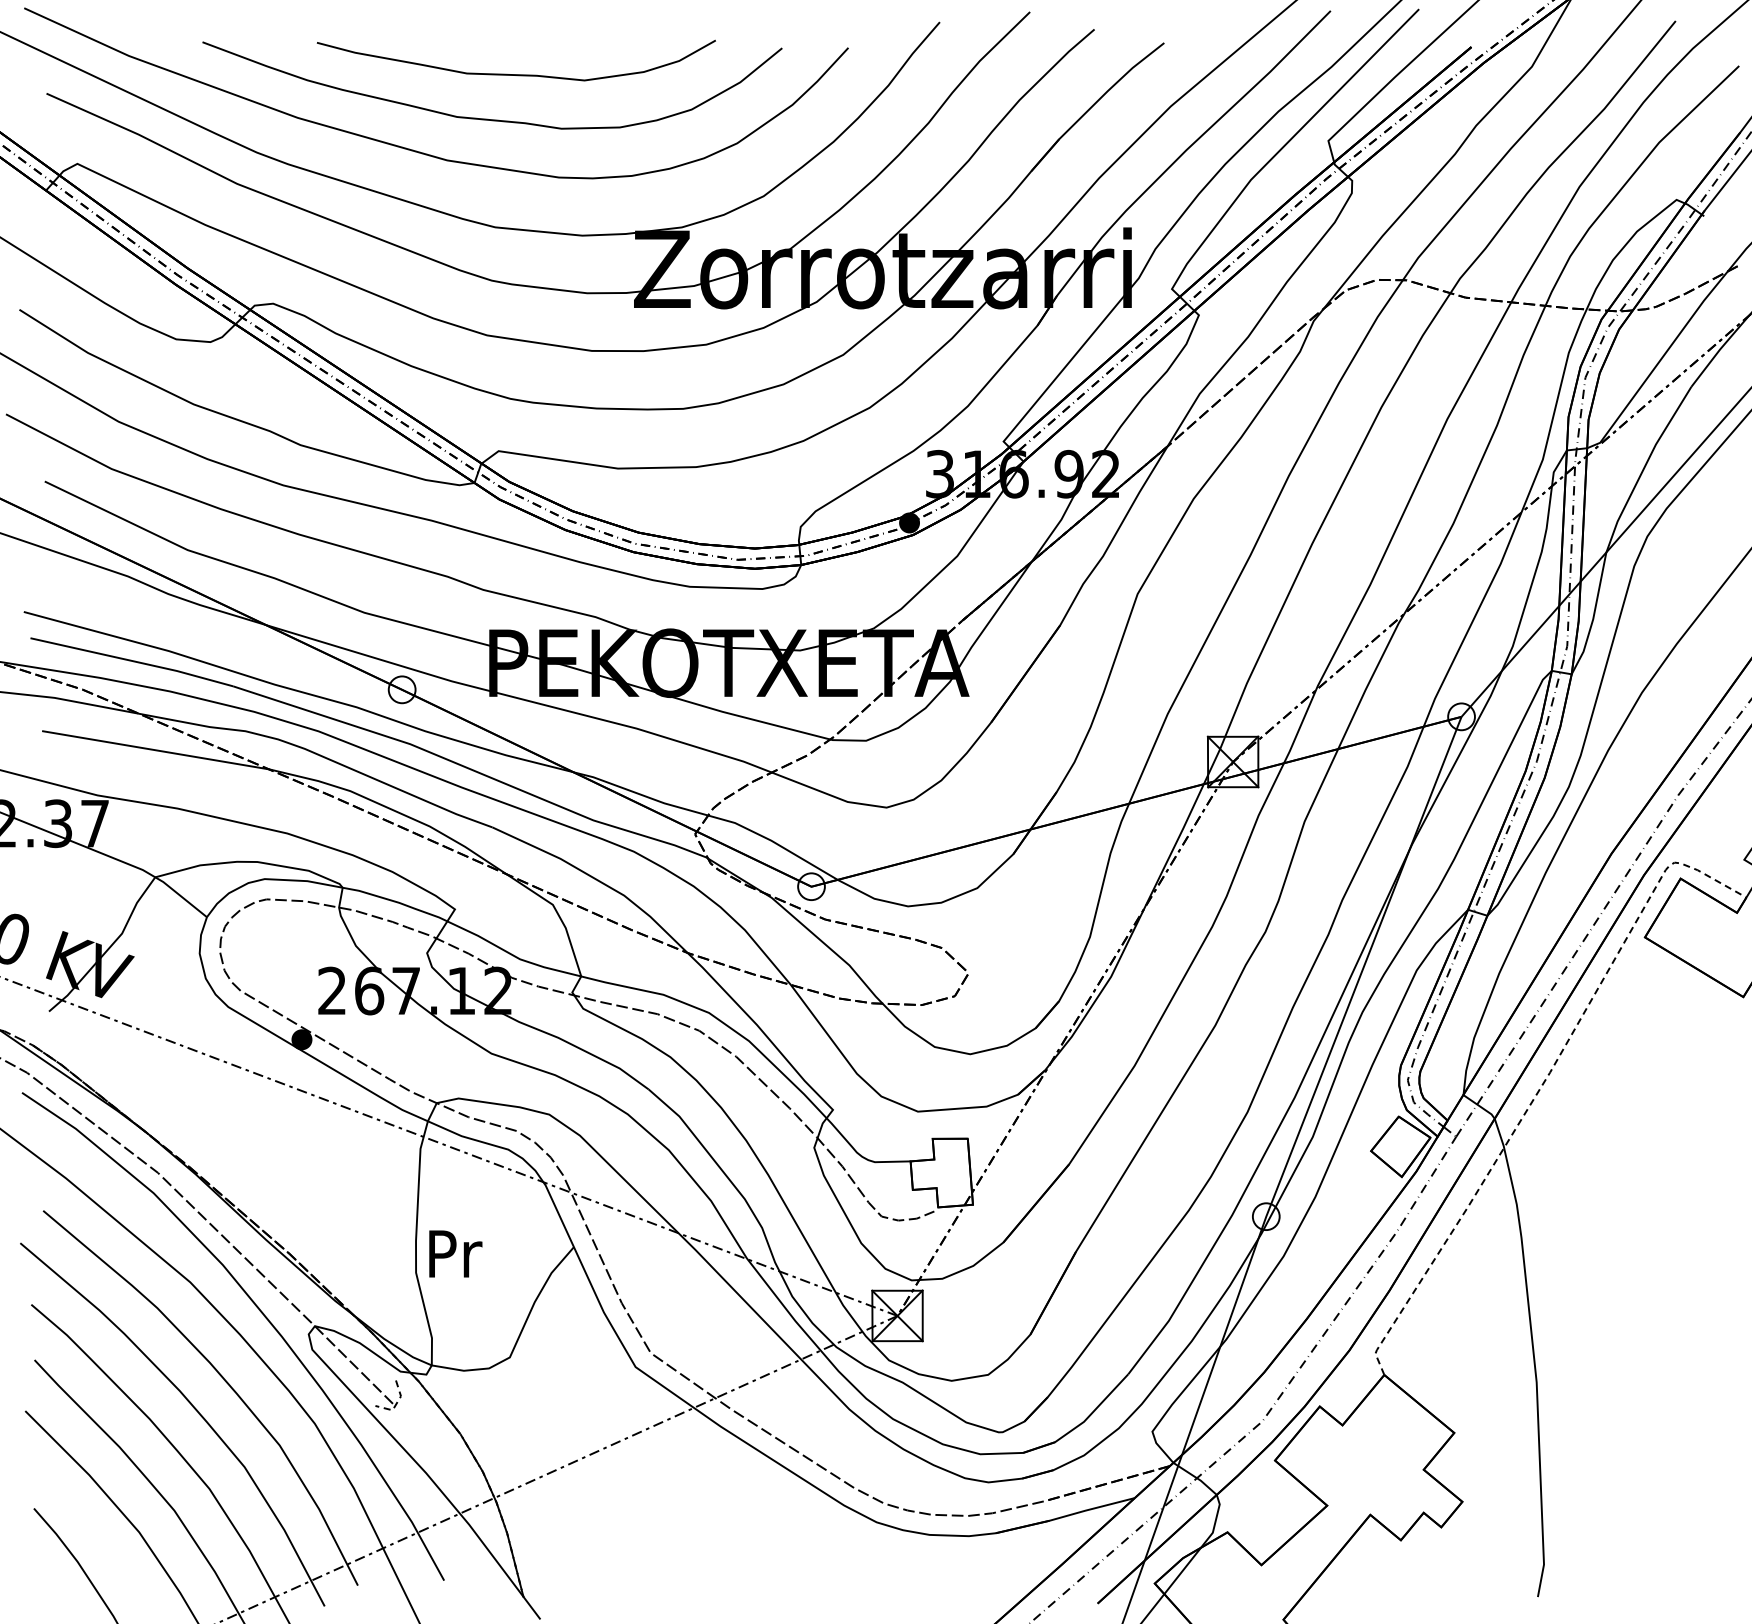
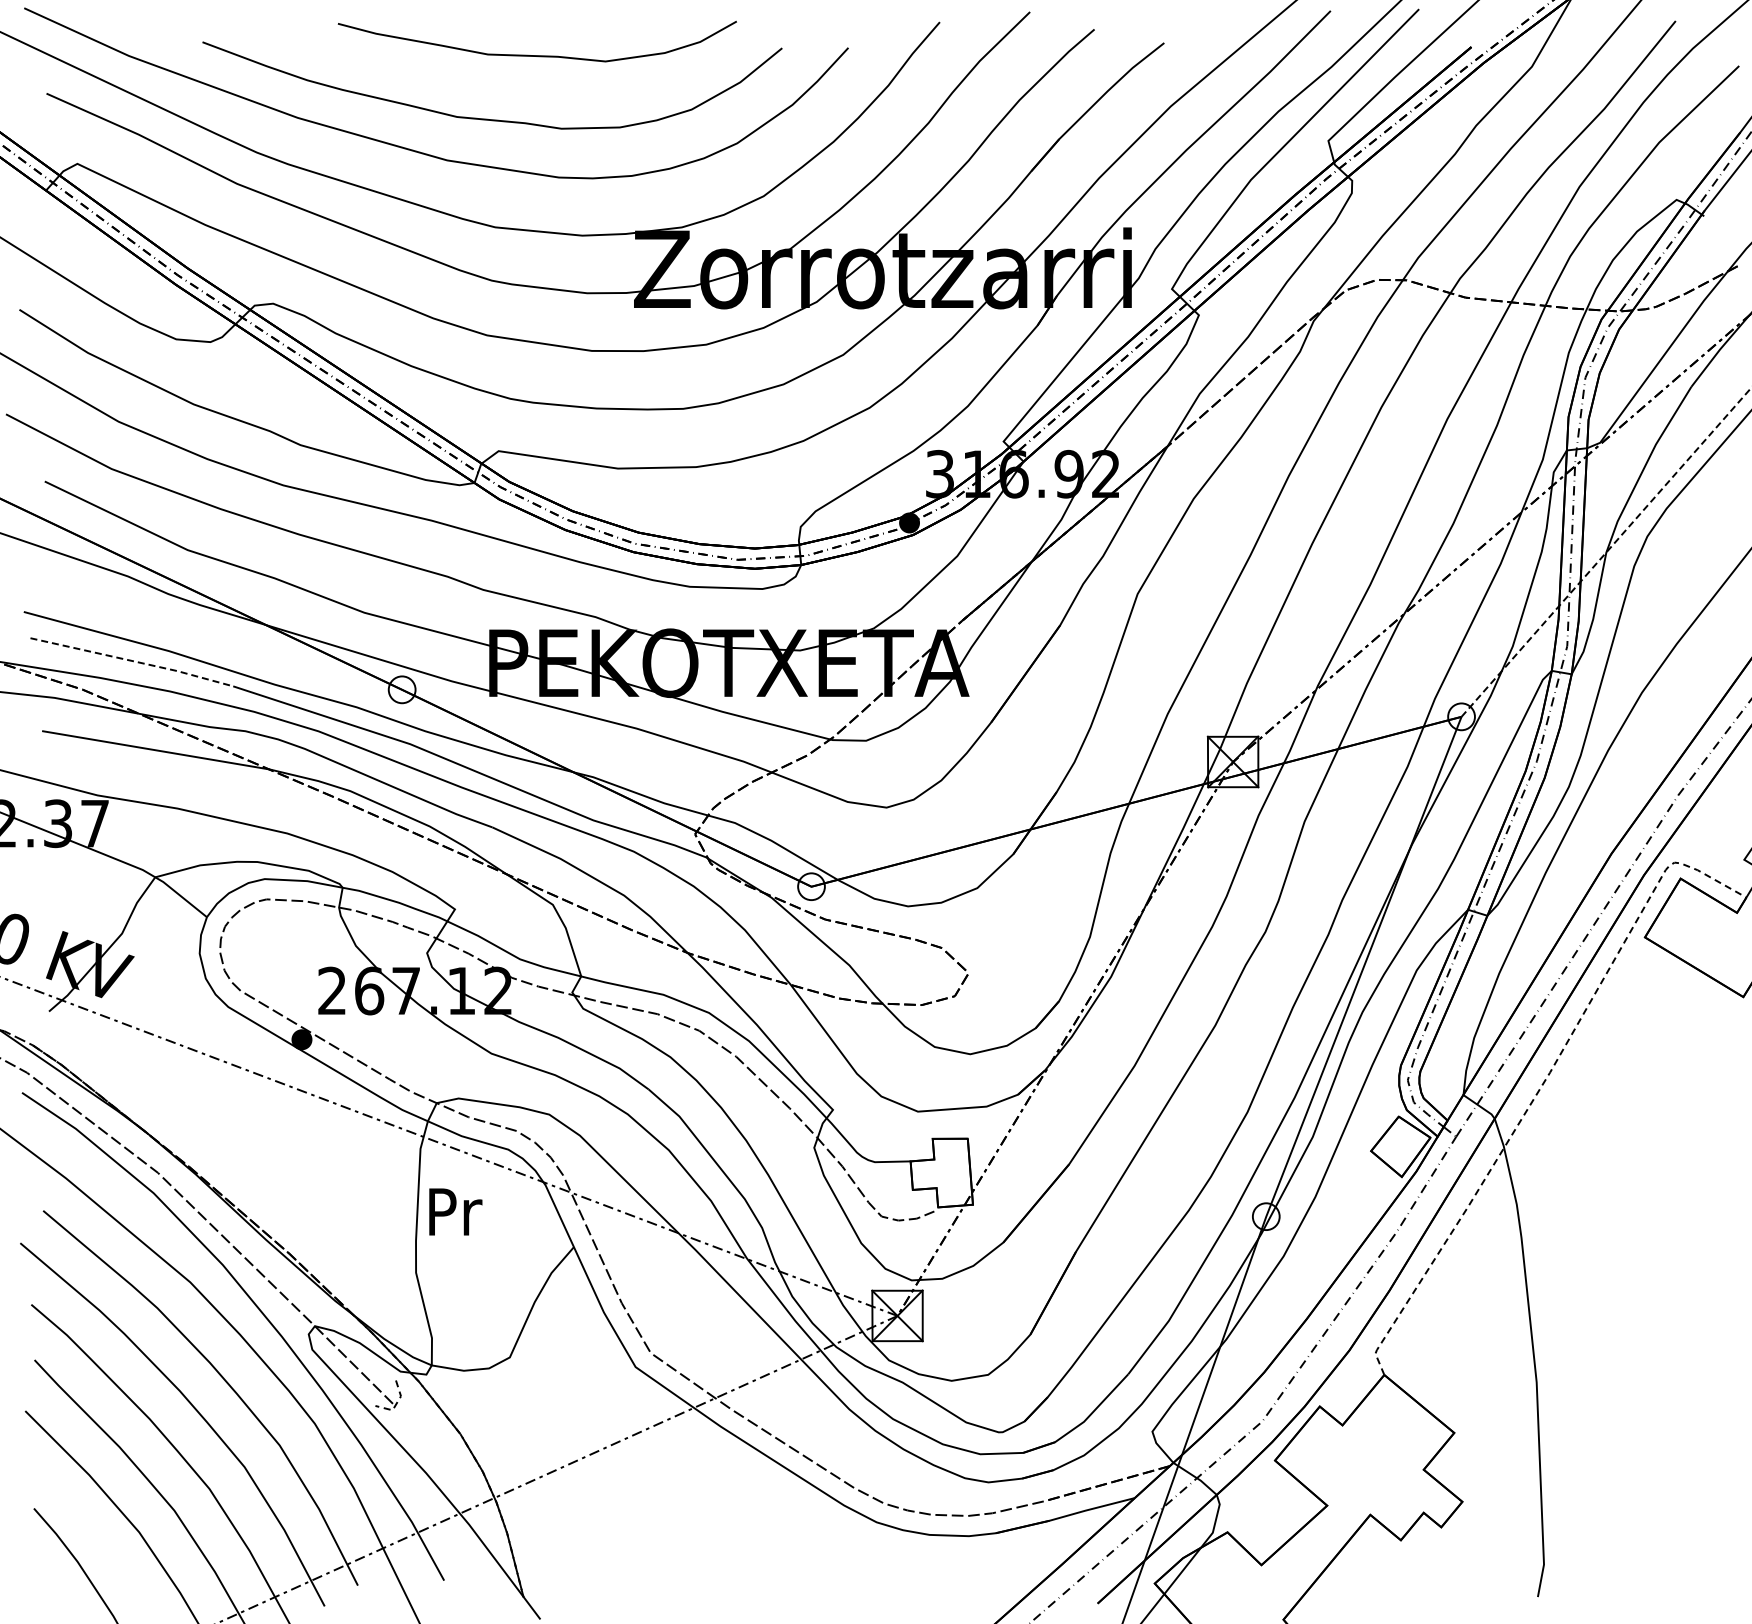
curve at (515, 74) position: (515, 74) -> (536, 55)
line at (1606, 551): solid -> dashed
line at (133, 661): solid -> dashed
text at (455, 1253) position: (455, 1253) -> (455, 1211)
